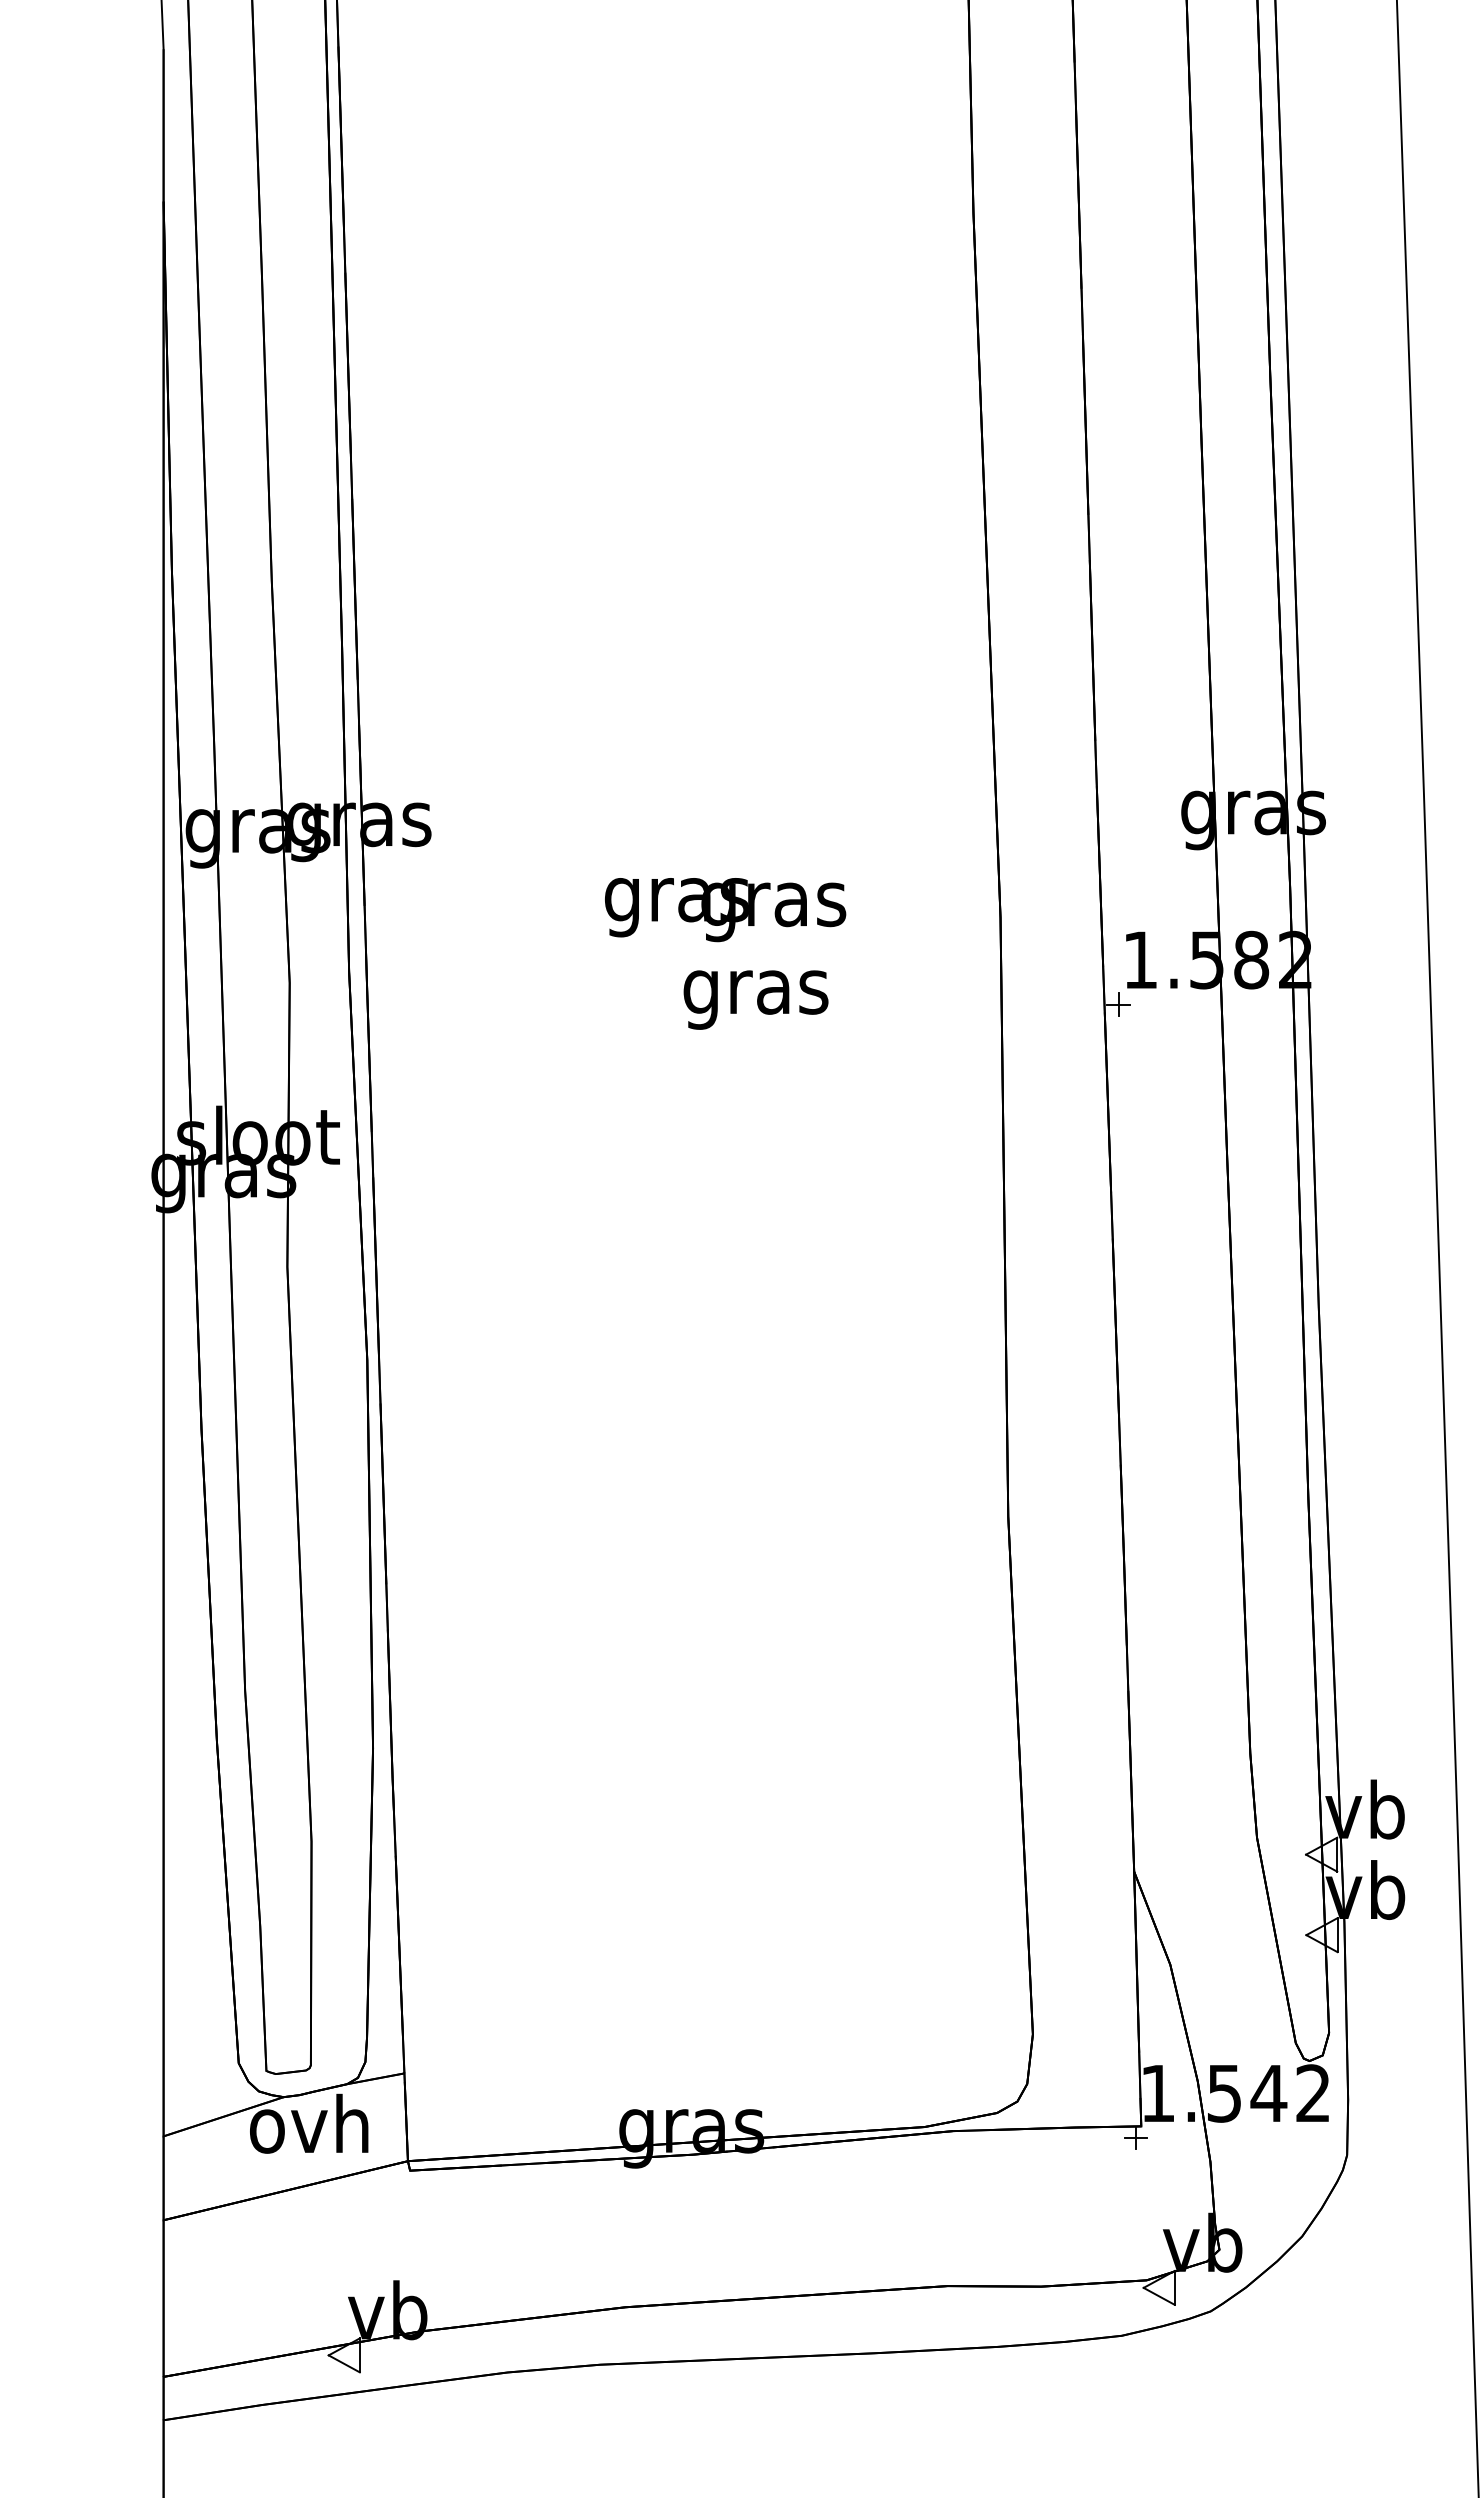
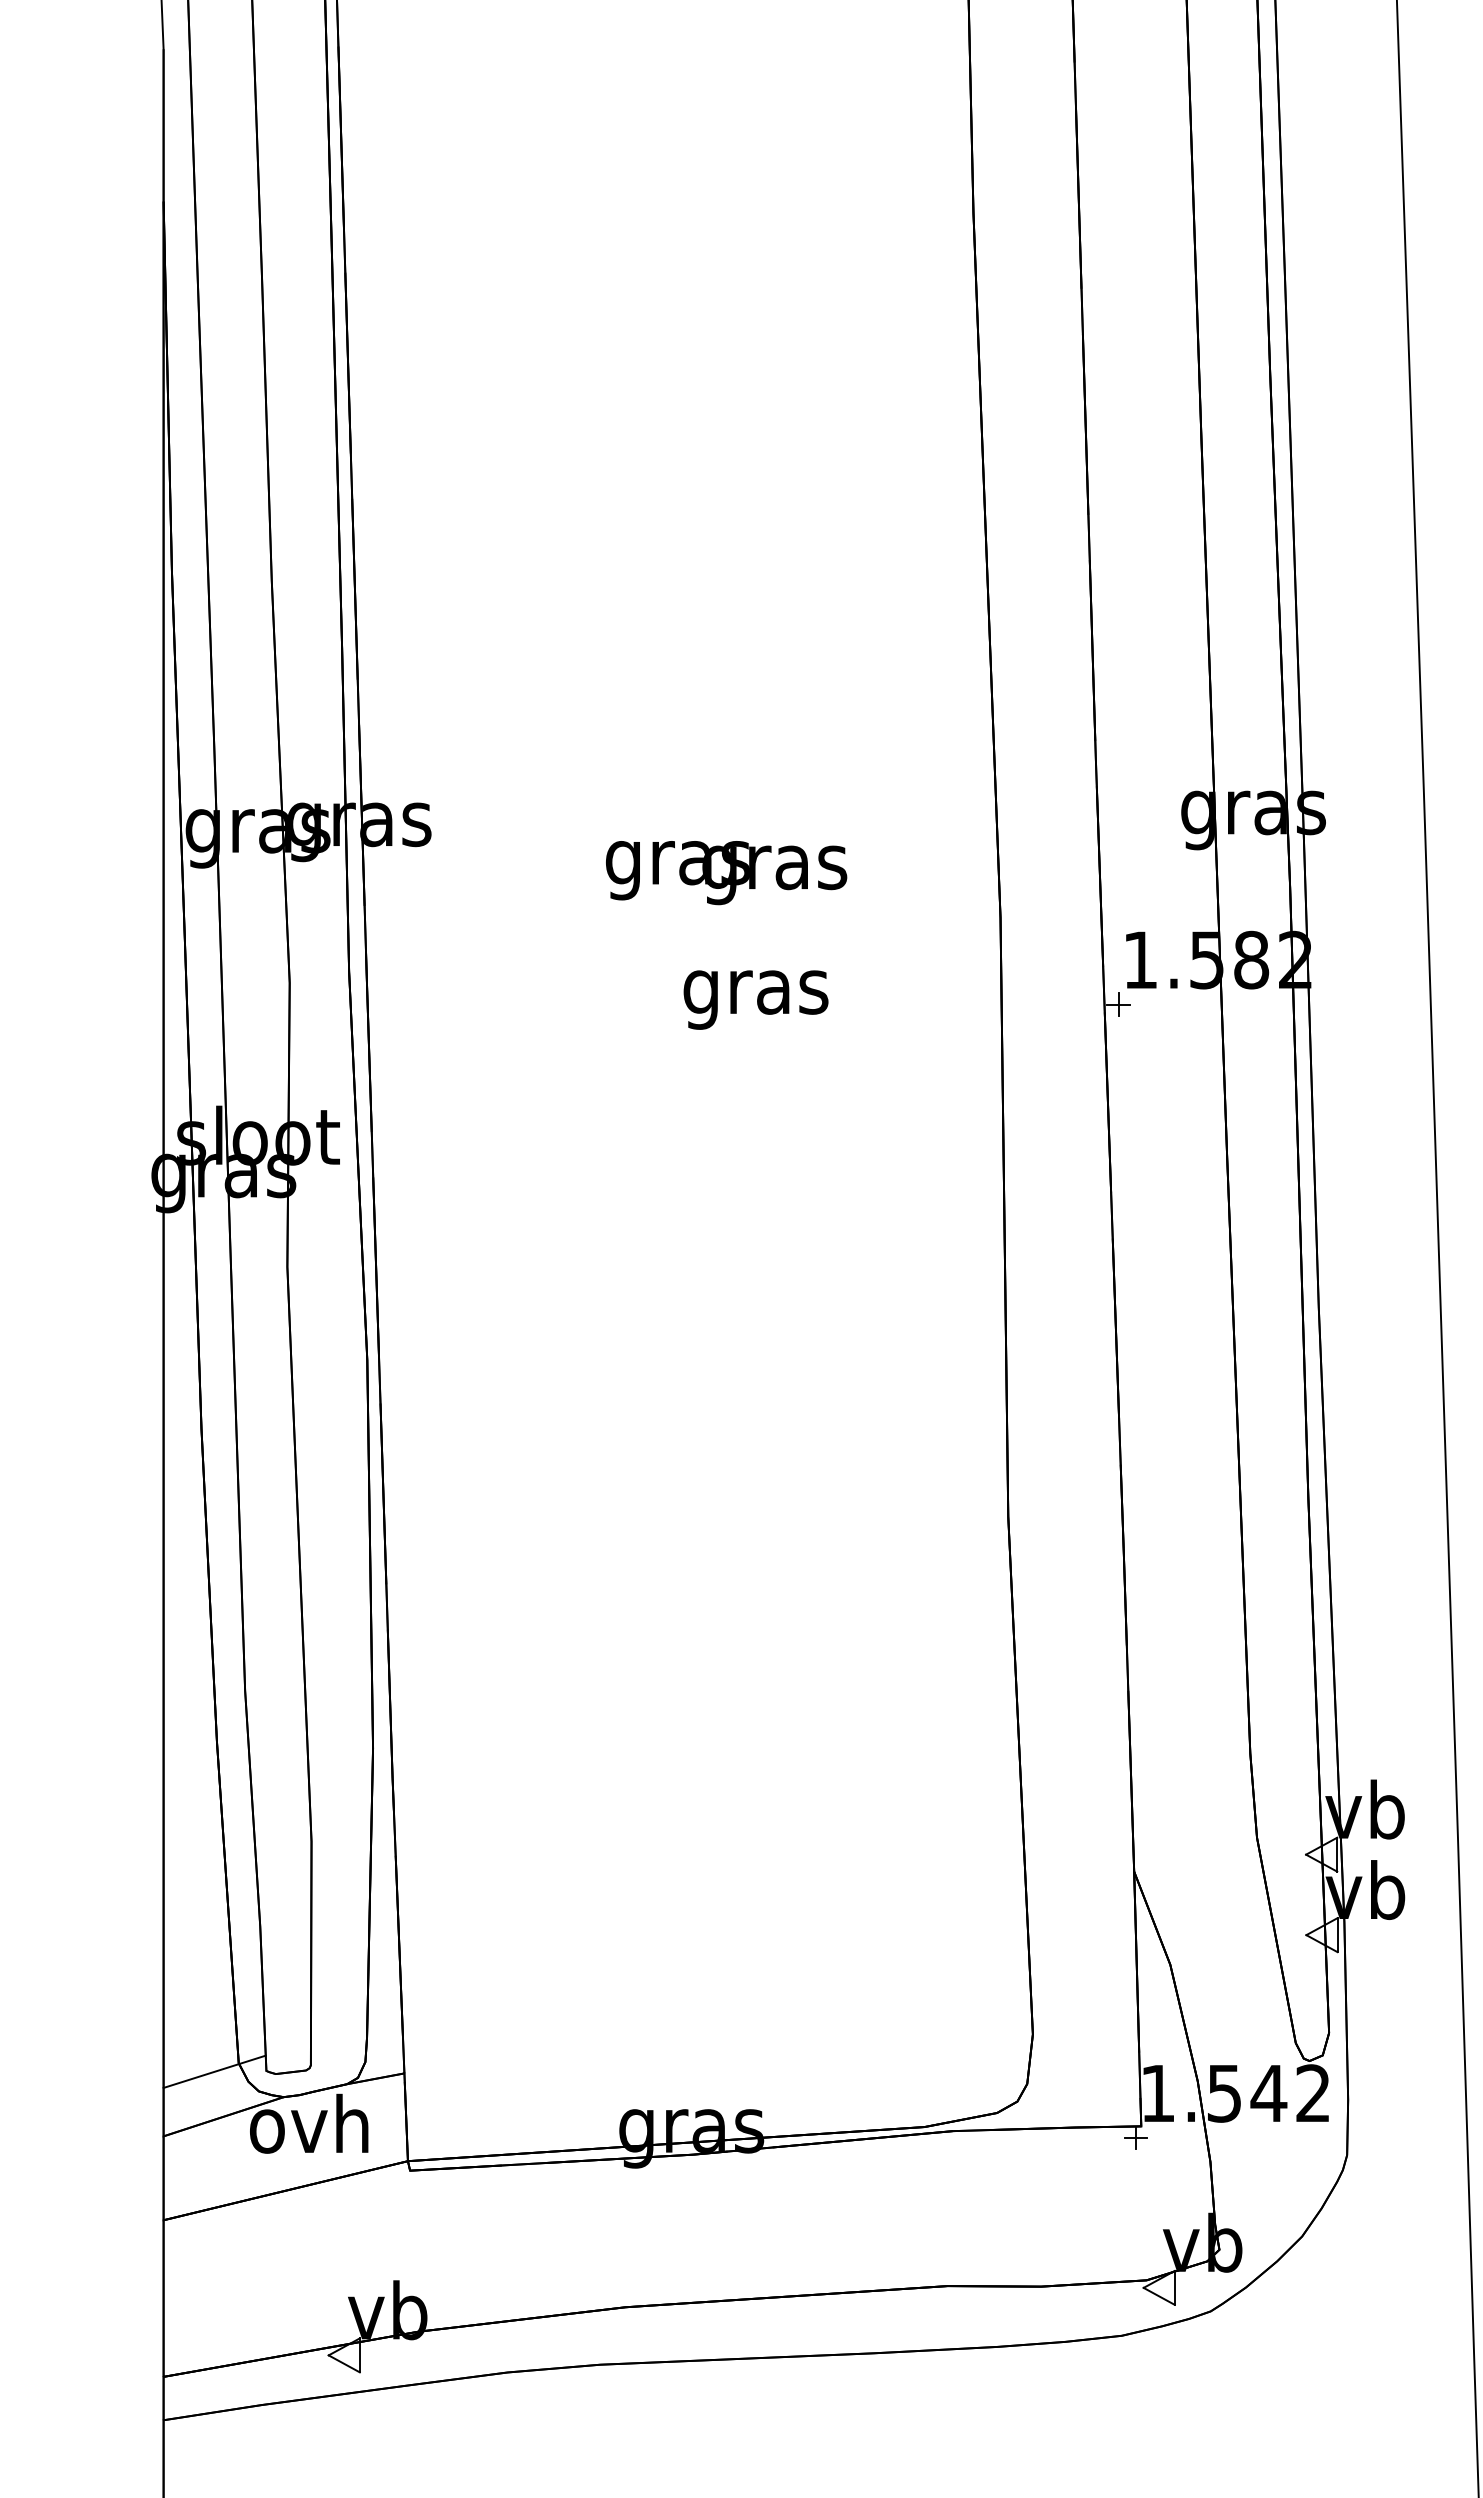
text at (725, 910) position: (725, 910) -> (726, 873)
line at (214, 2071): none -> present
